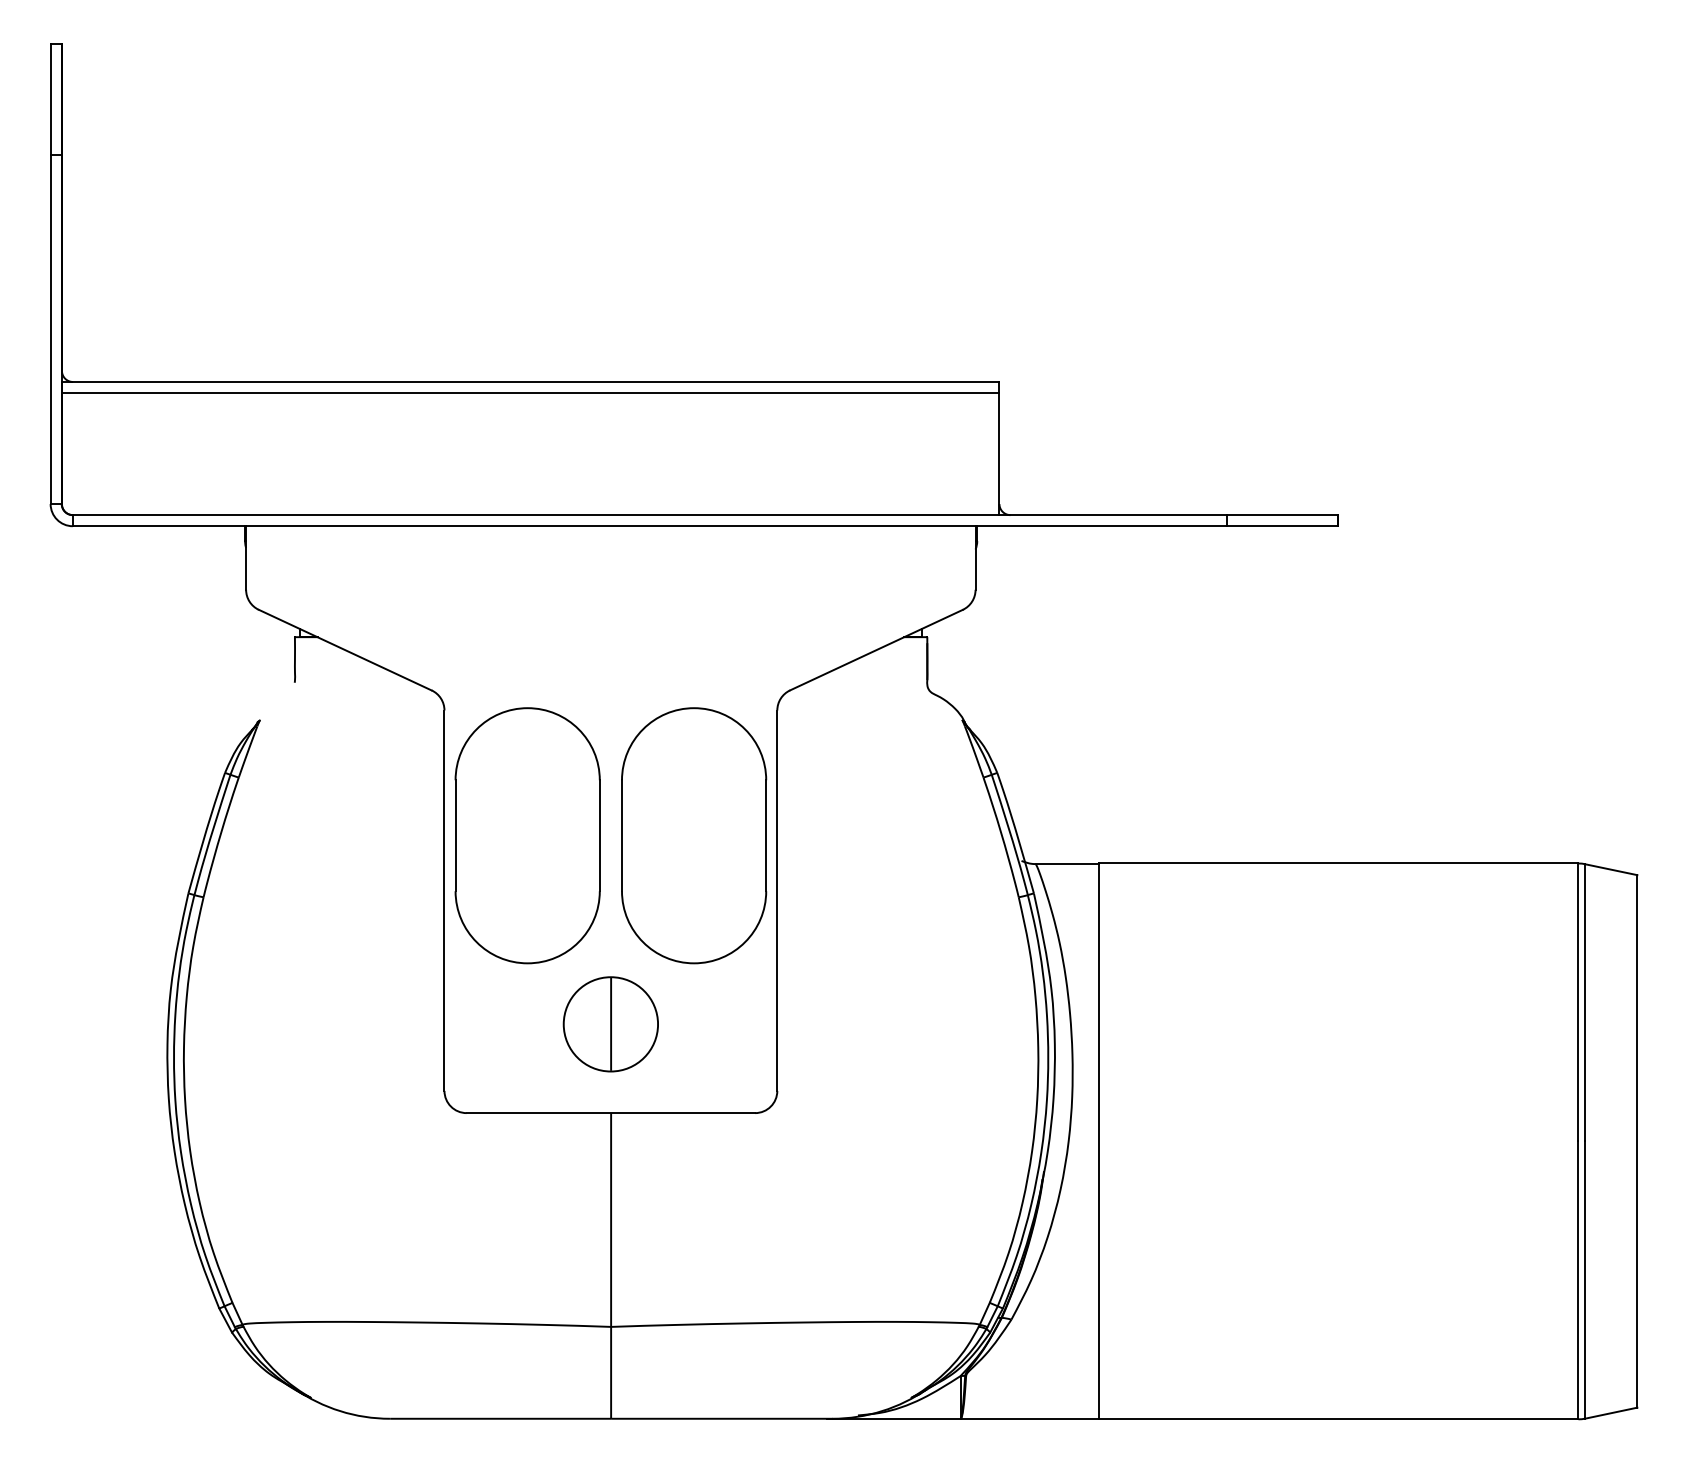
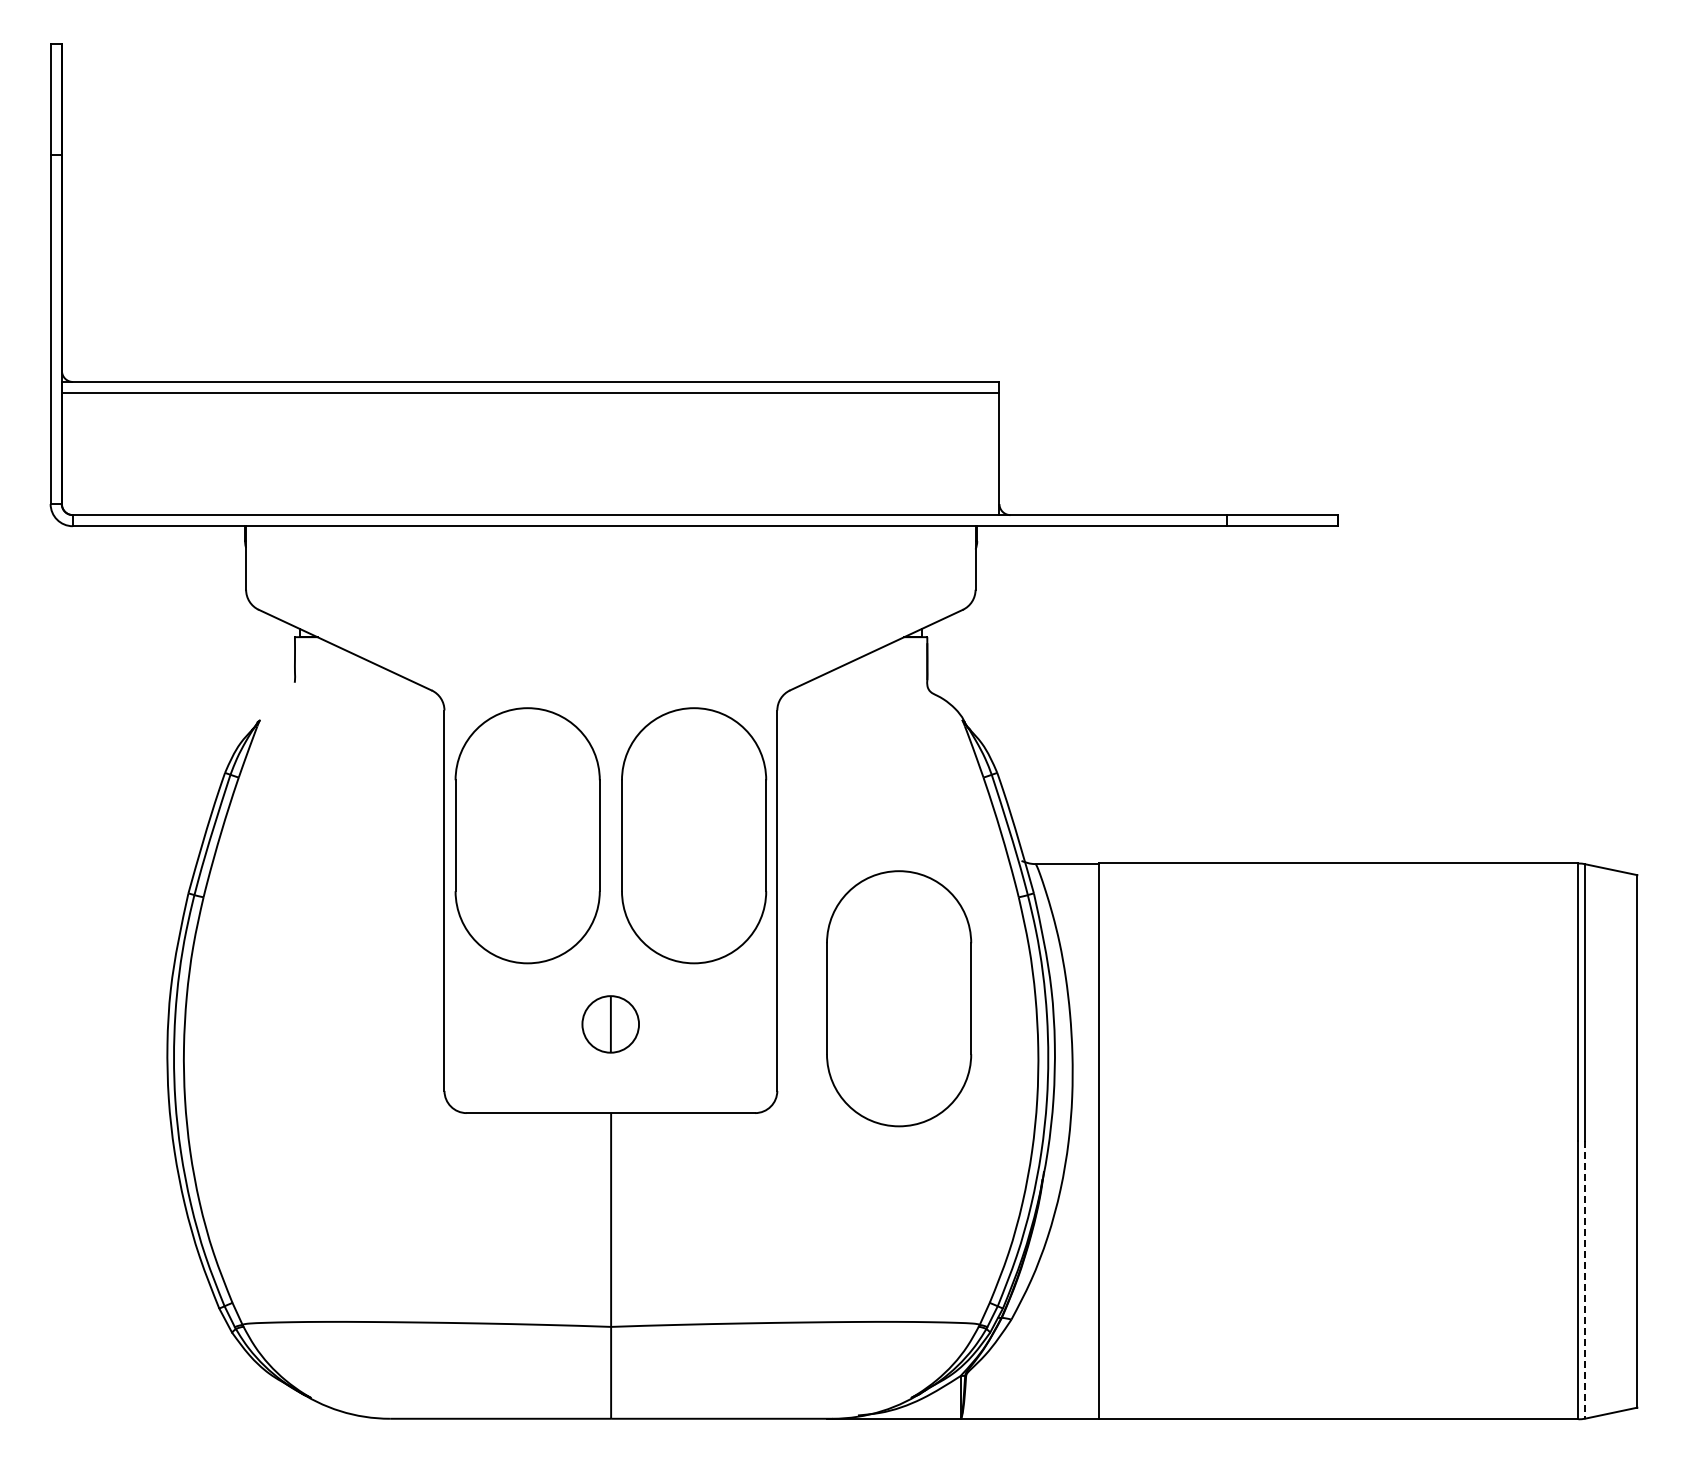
part at (899, 998): none -> present
part at (610, 1024) size: 97x97 px -> 59x59 px
line at (1585, 1280): solid -> dashed
